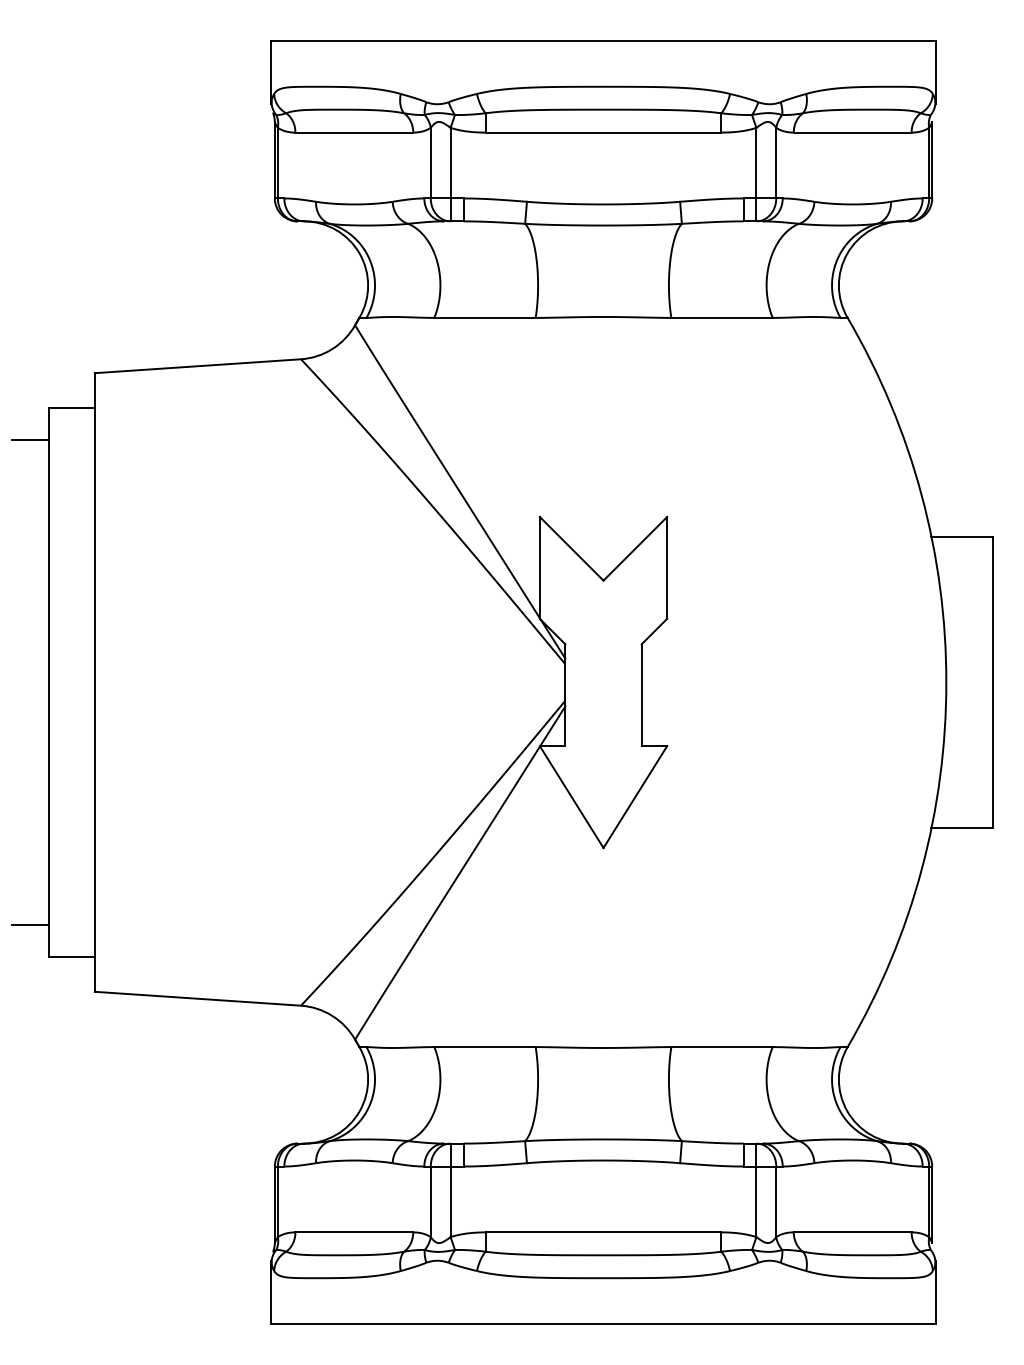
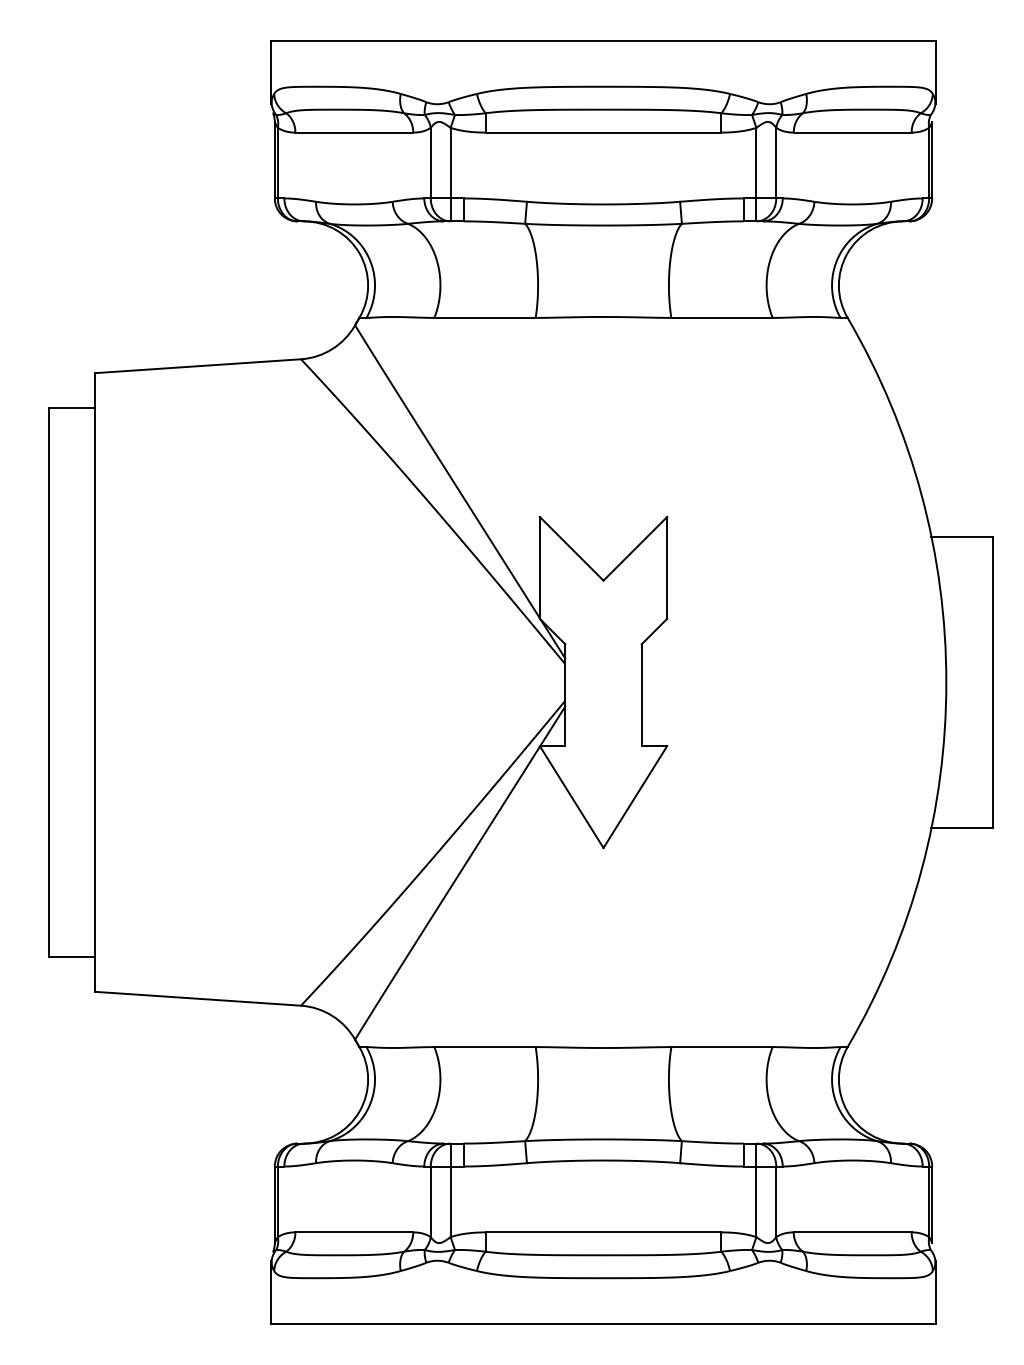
line at (30, 440): present -> none
line at (30, 924): present -> none
